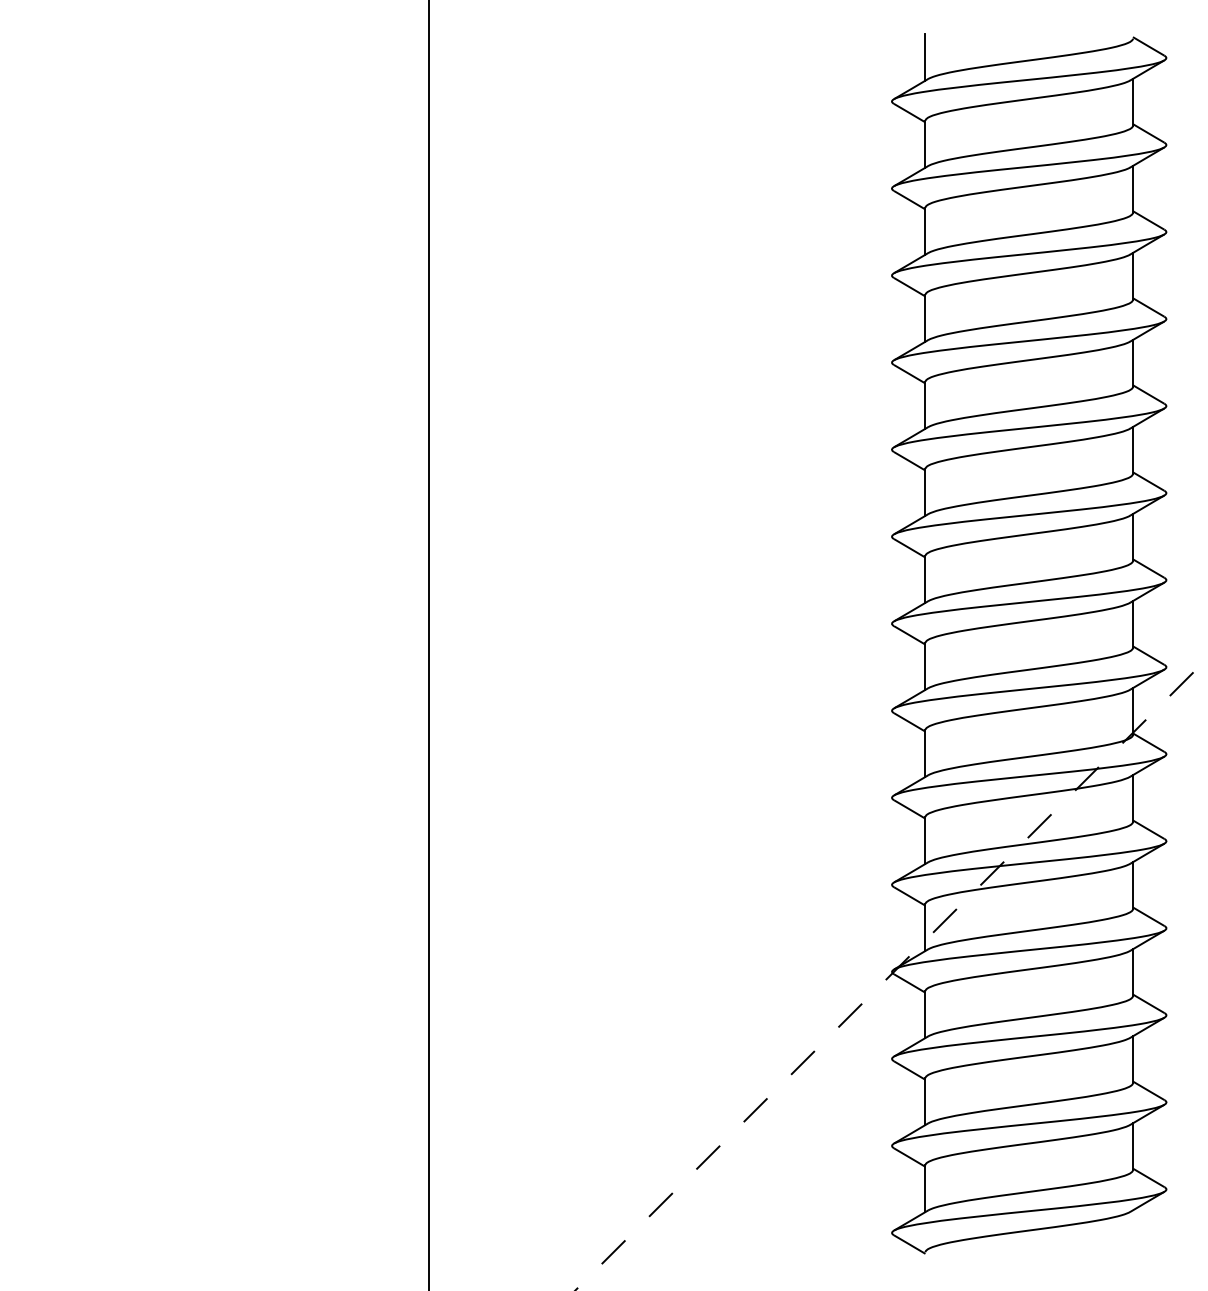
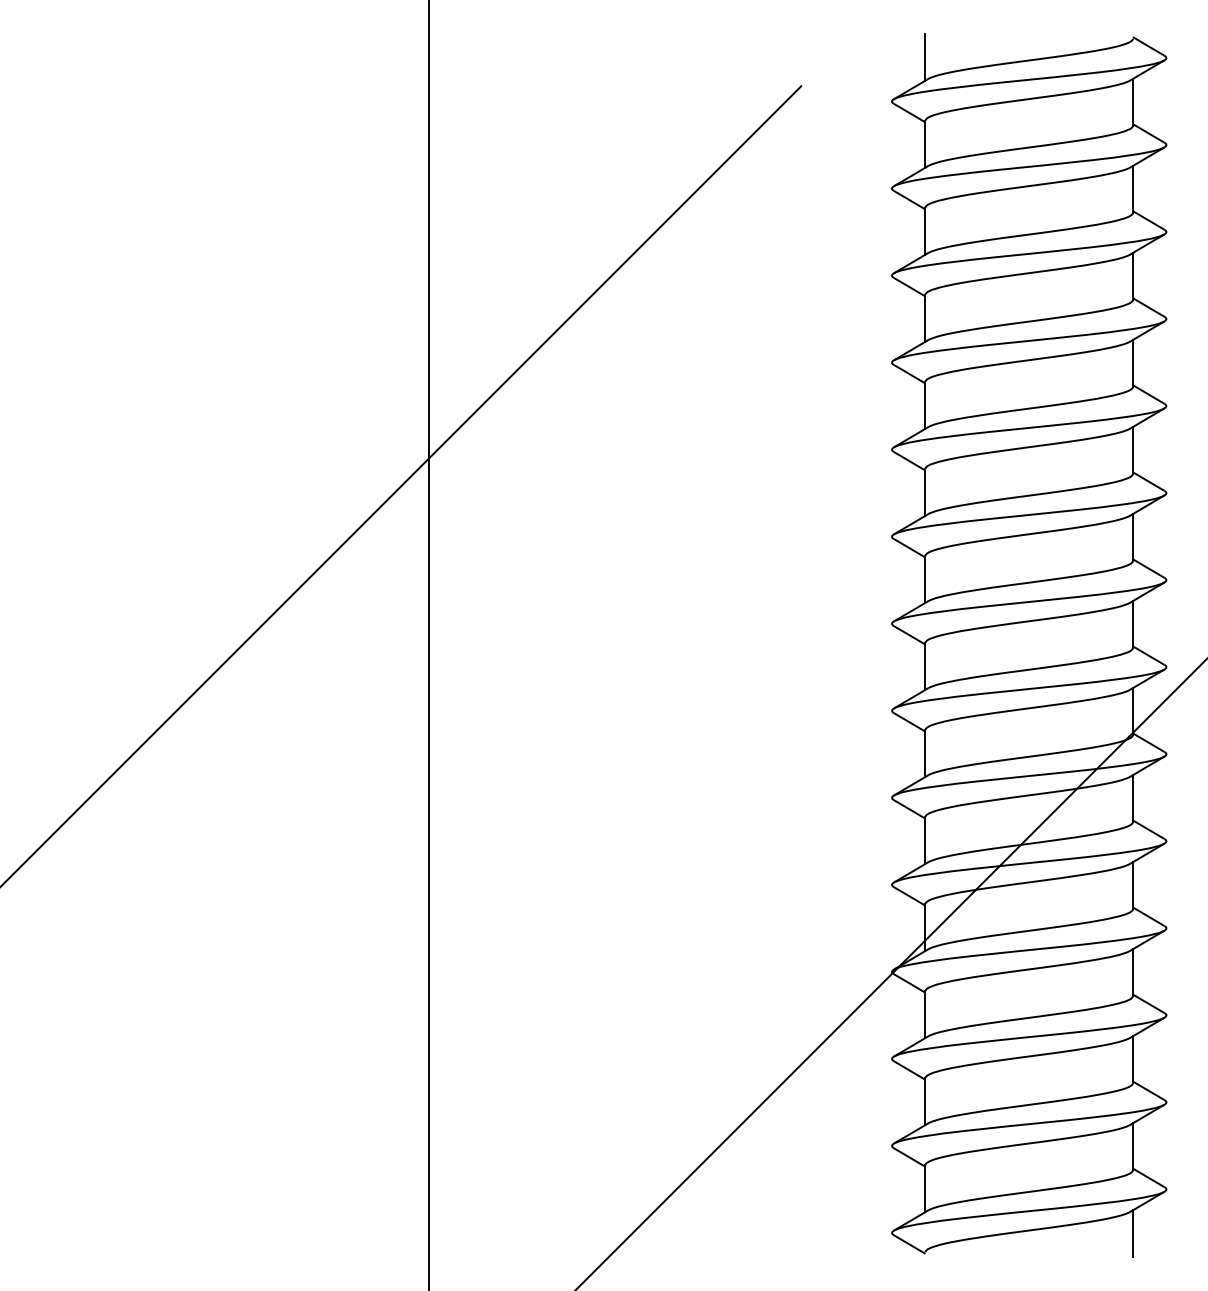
line at (401, 485): none -> present
line at (891, 974): dashed -> solid
line at (1132, 1233): none -> present
